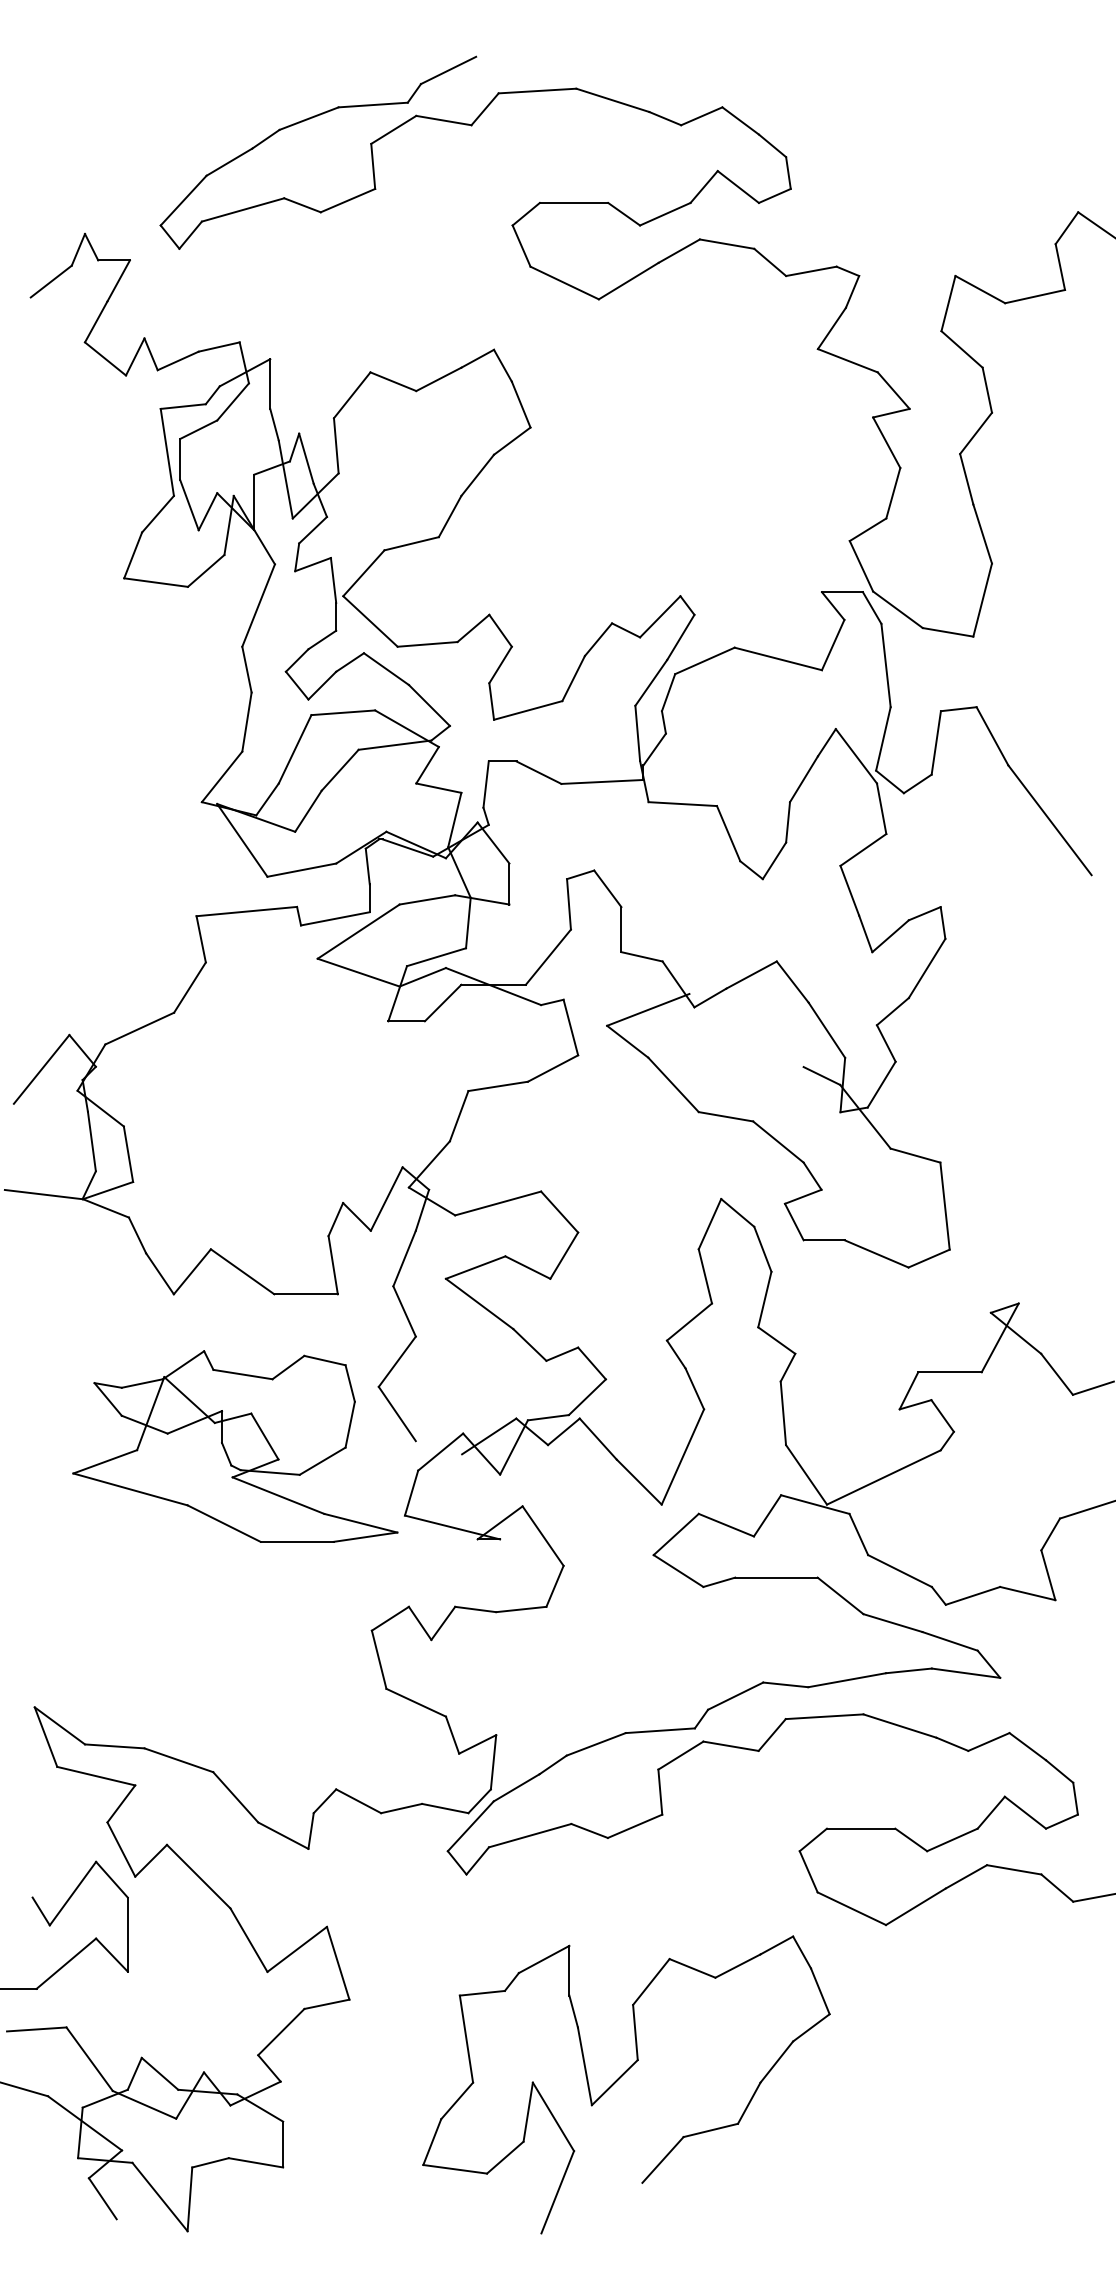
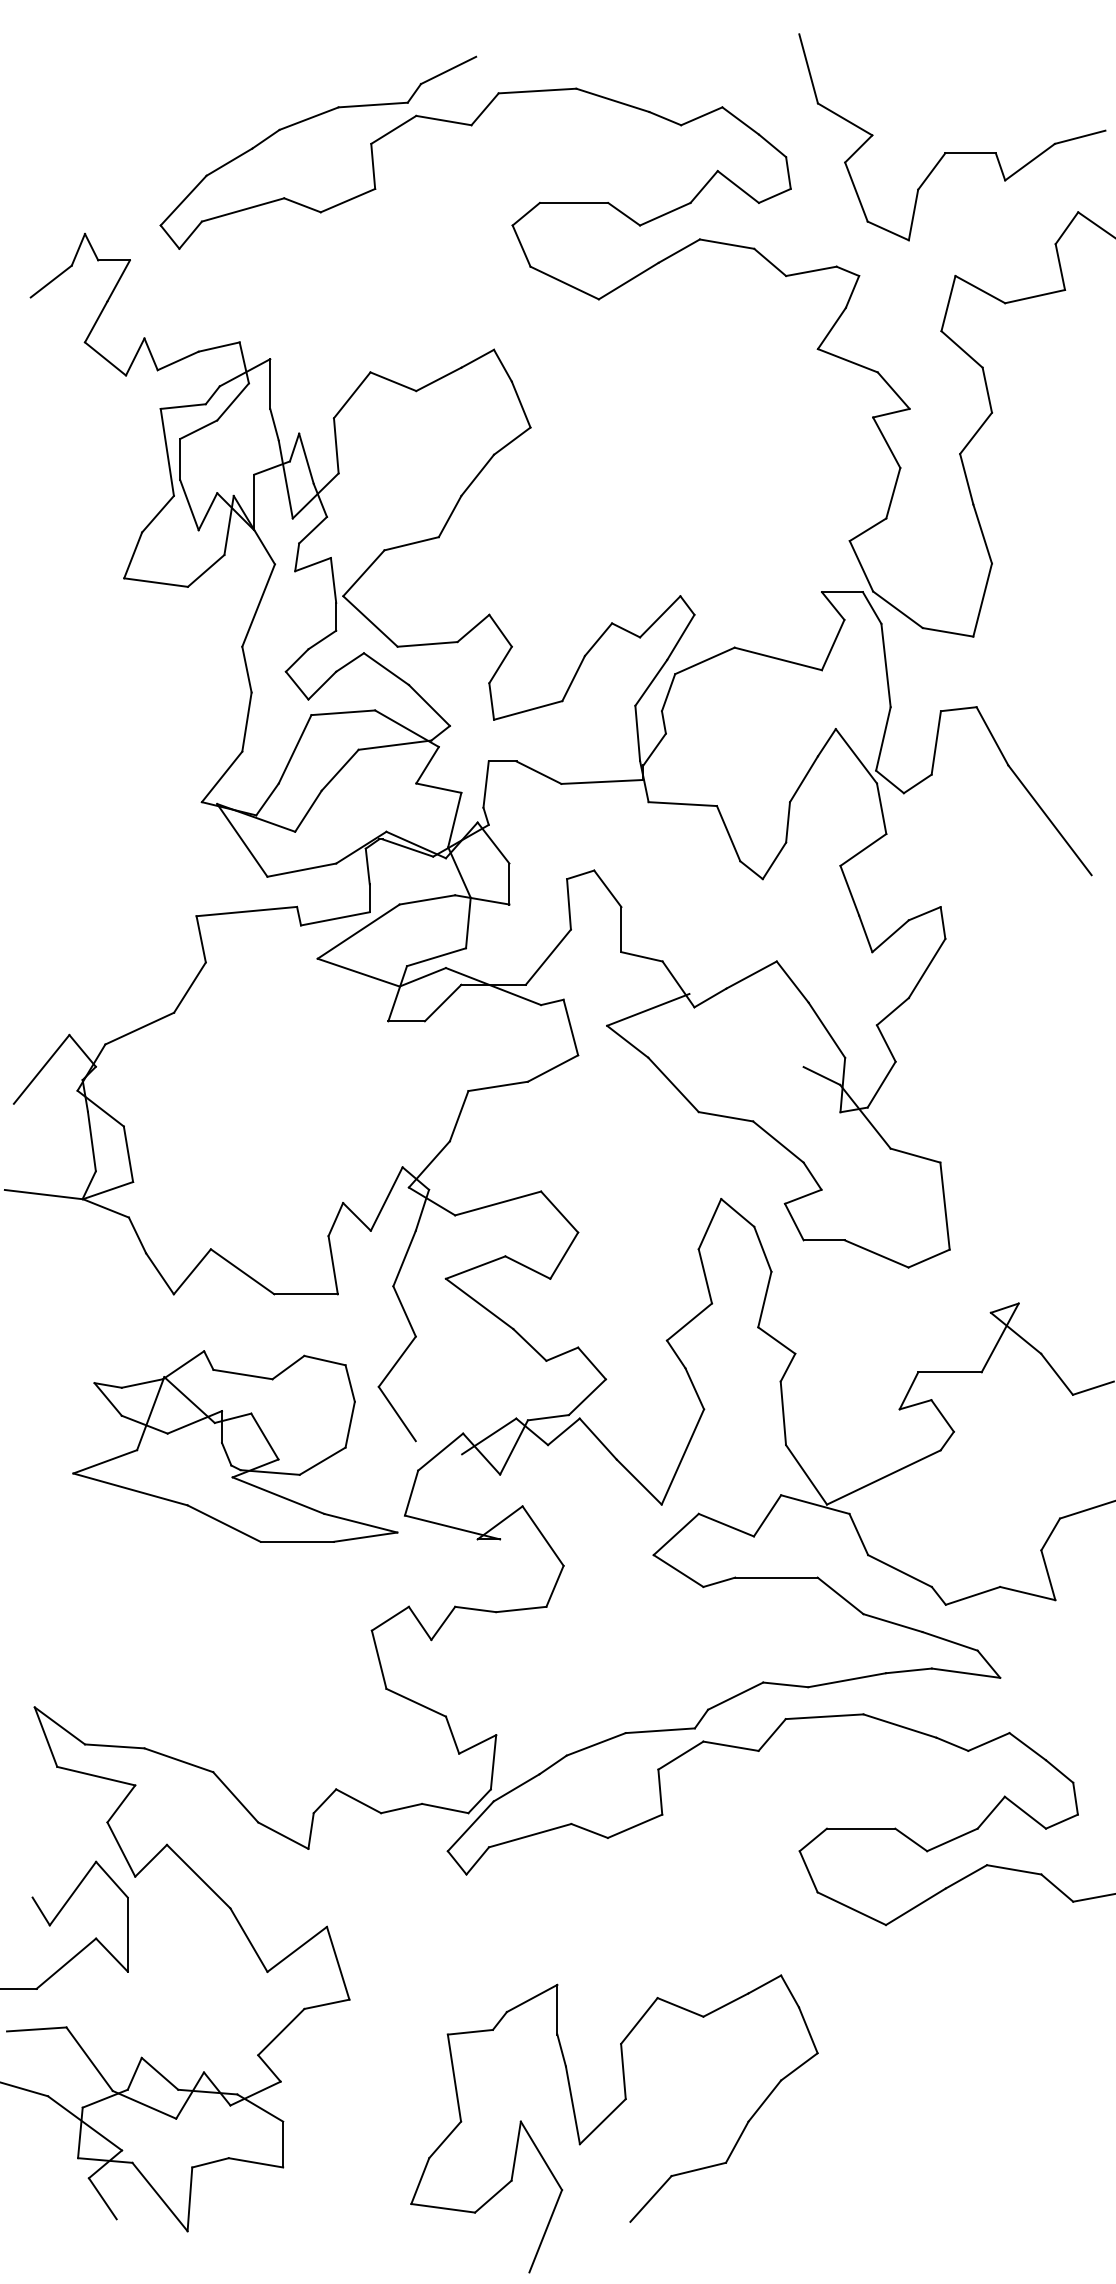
part at (952, 152): none -> present
part at (620, 2078) position: (620, 2078) -> (608, 2117)
